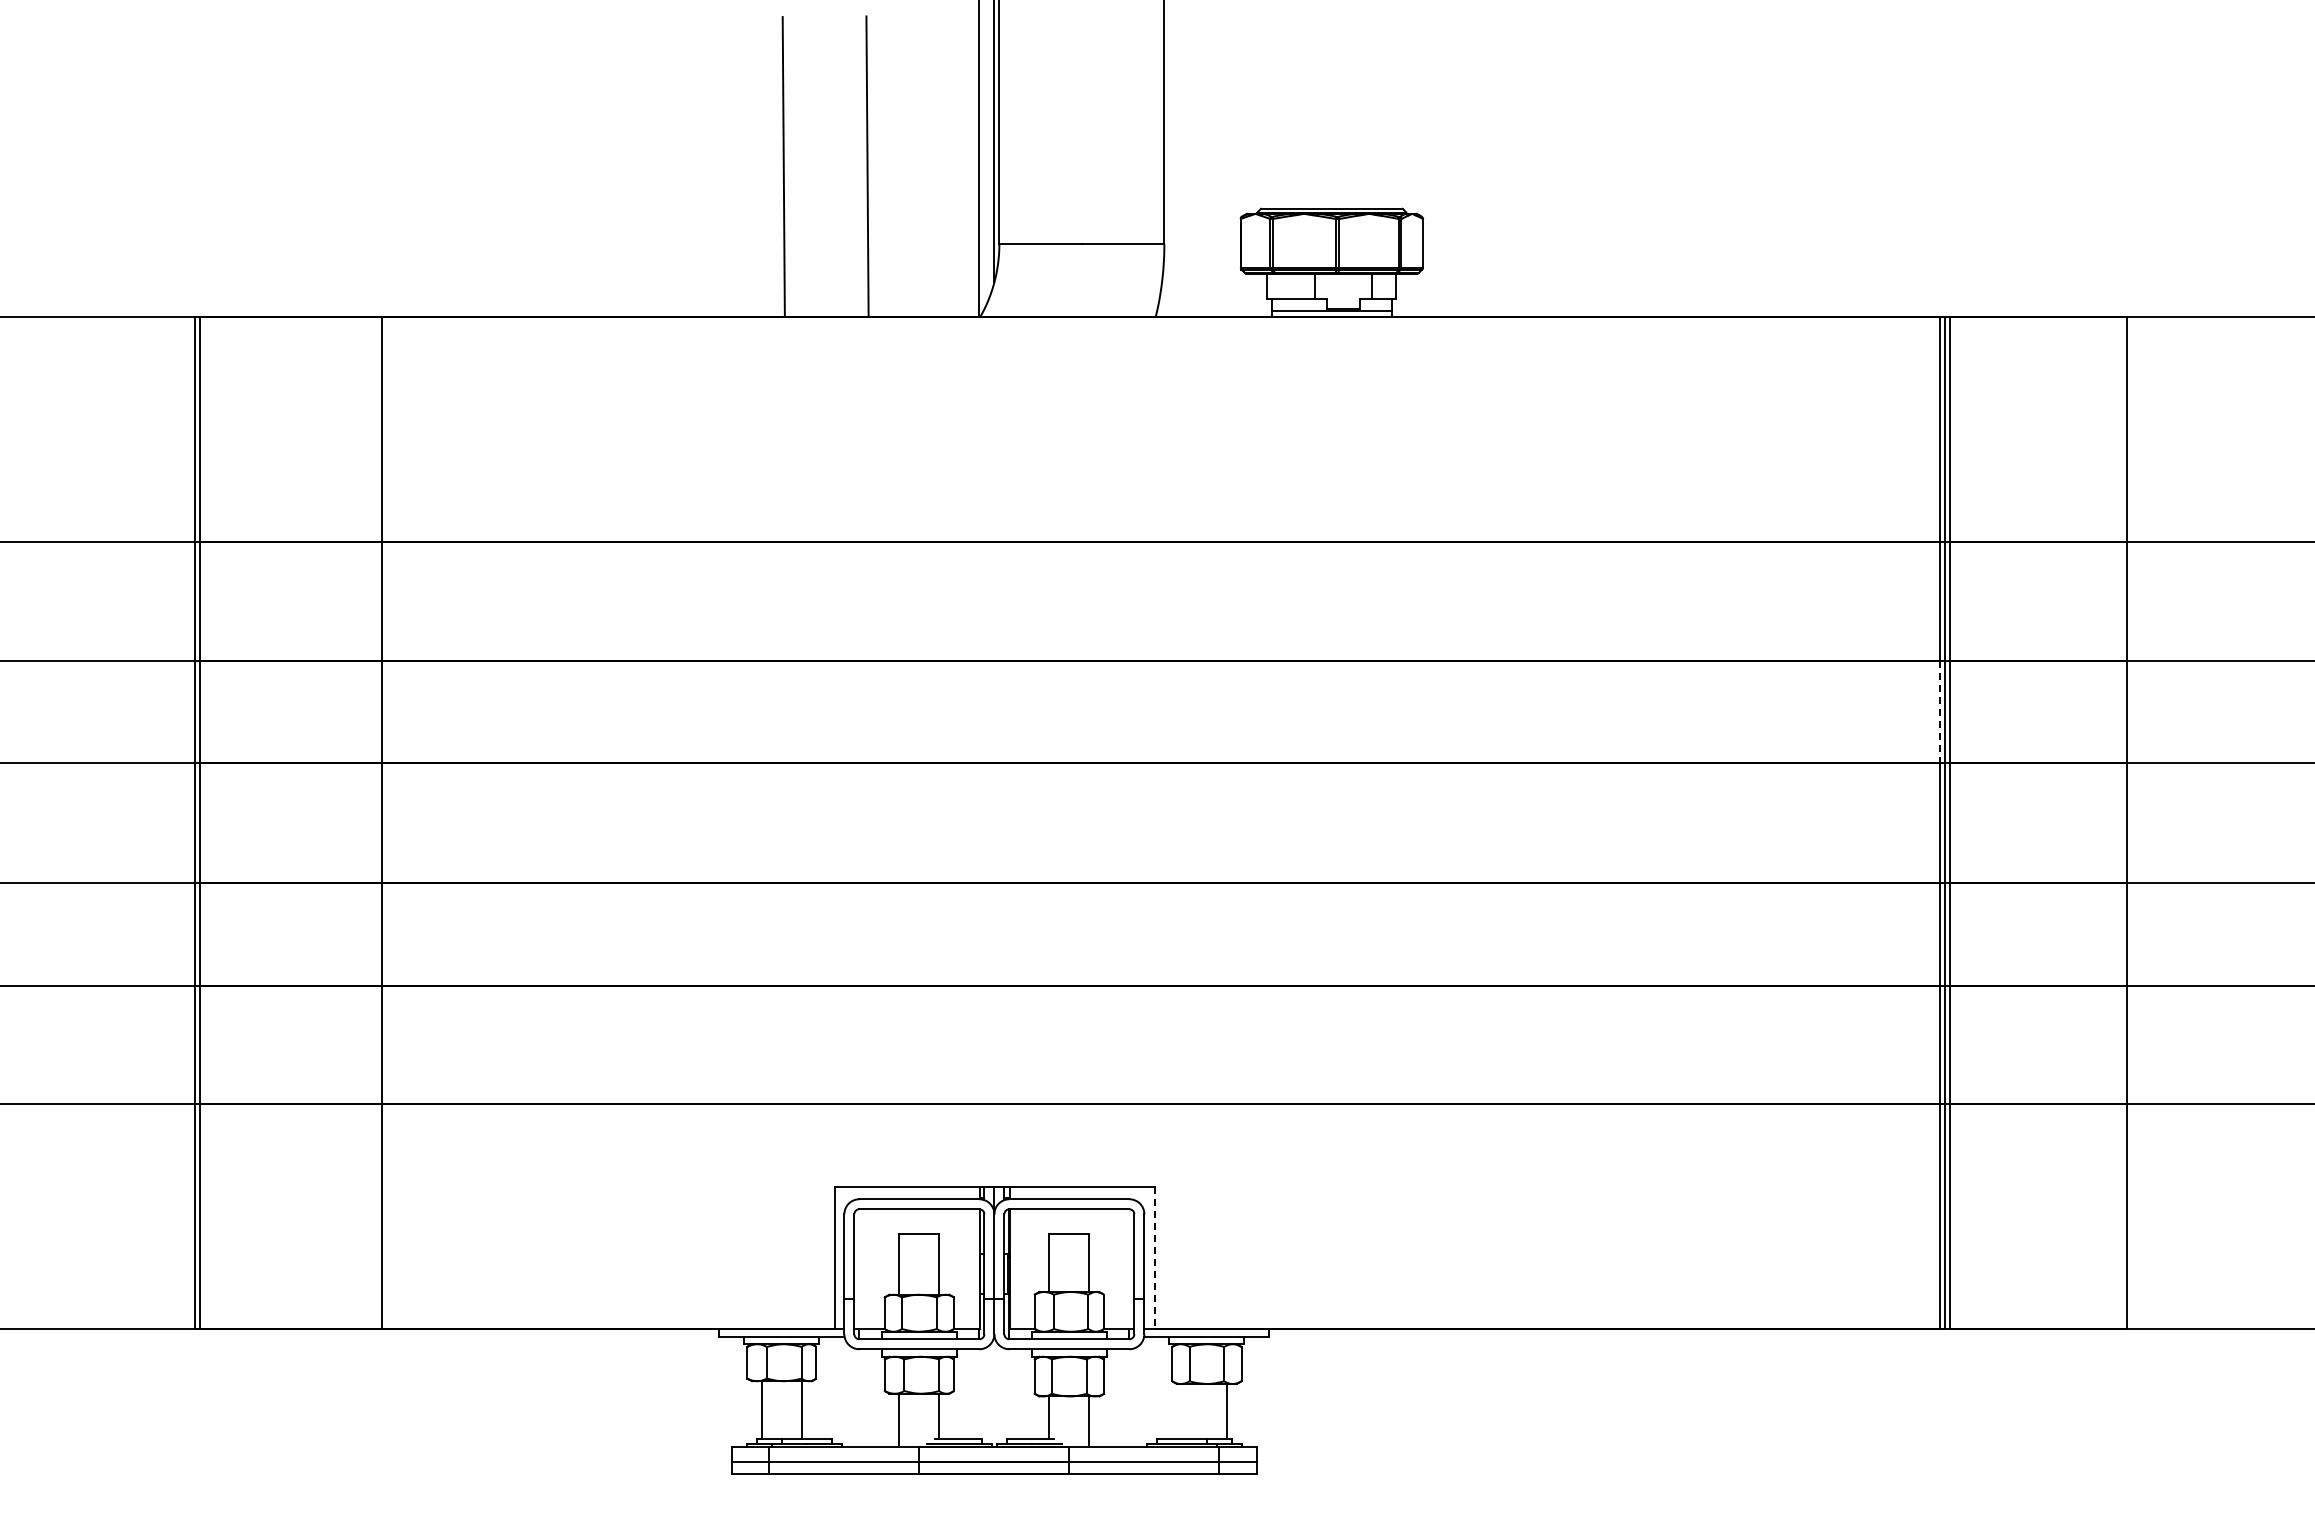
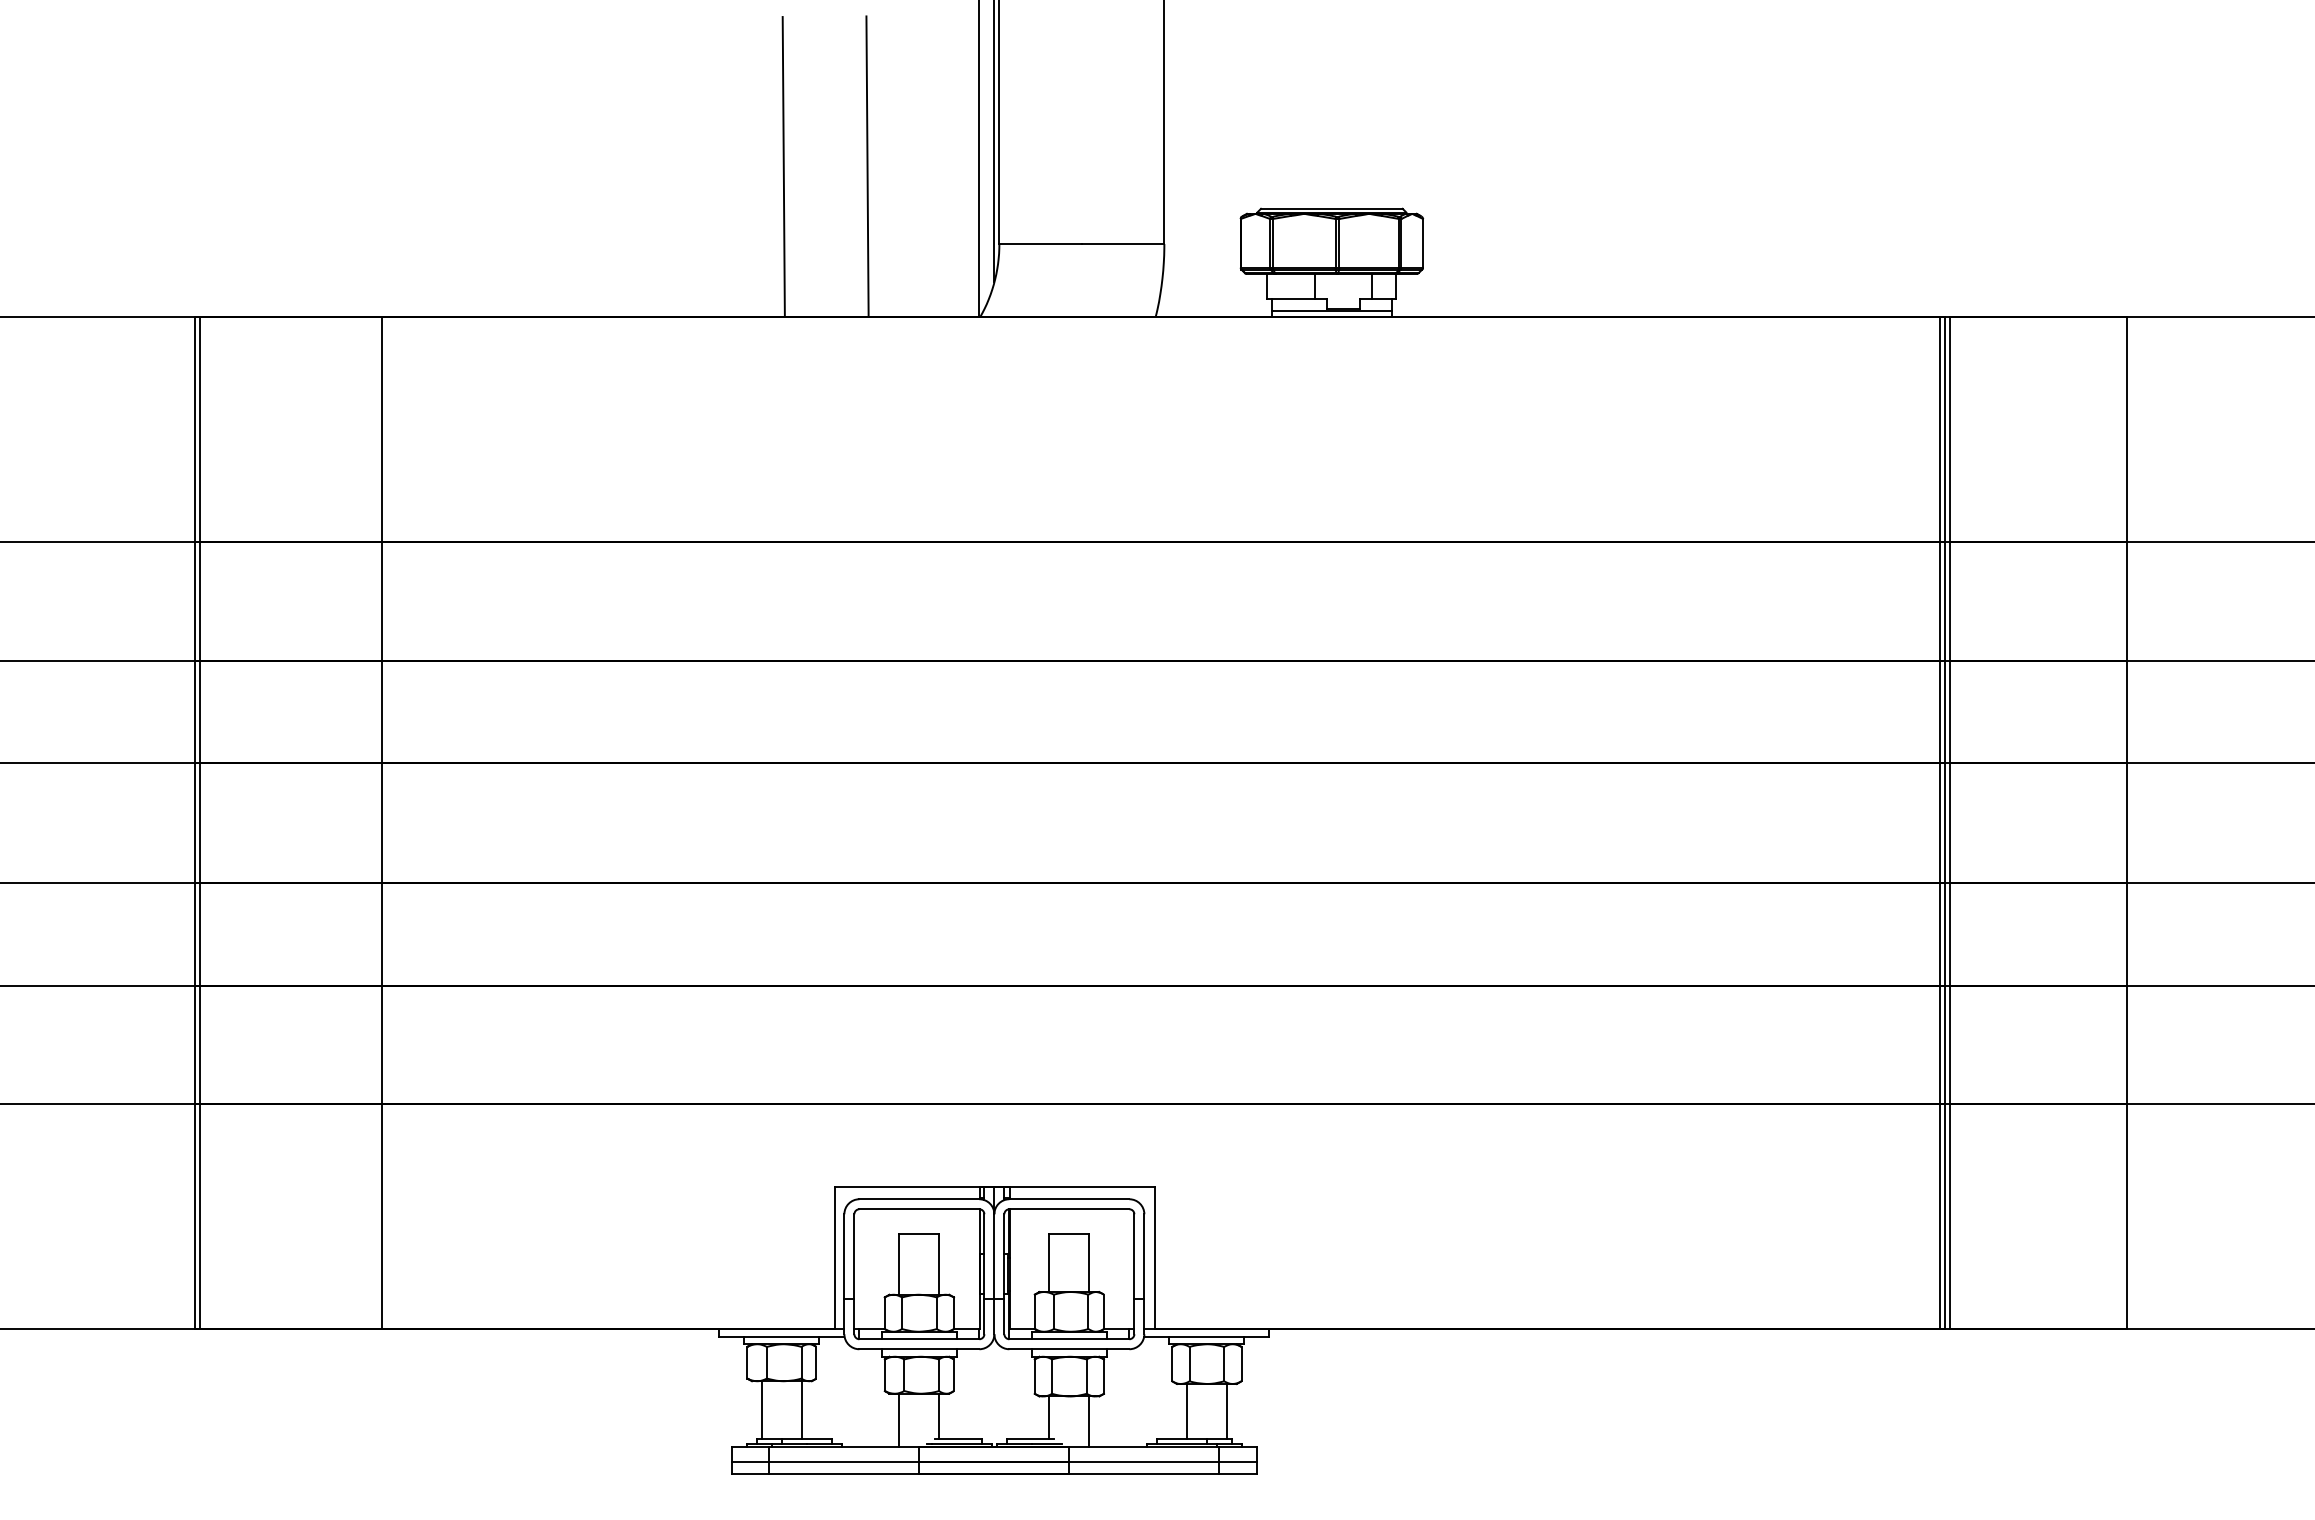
line at (1939, 712): dashed -> solid
line at (1154, 1258): dashed -> solid
line at (1186, 1410): none -> present
